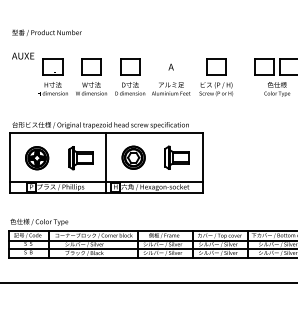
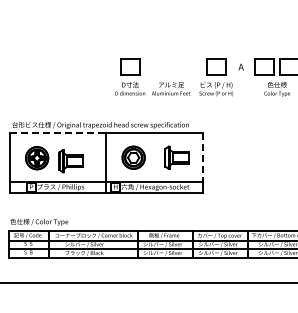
part at (59, 62): present -> none
text at (170, 66) position: (170, 66) -> (240, 66)
line at (58, 133): solid -> dashed
part at (80, 158) position: (80, 158) -> (70, 161)
line at (202, 158): solid -> dashed
